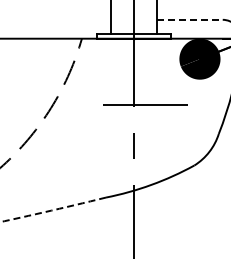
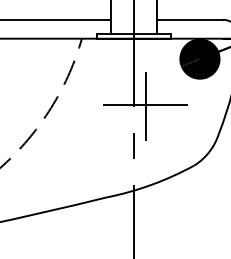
line at (56, 19): none -> present
line at (190, 19): dashed -> solid
line at (146, 106): none -> present
arc at (53, 210): dashed -> solid
